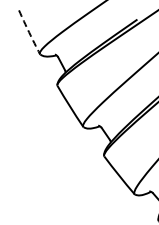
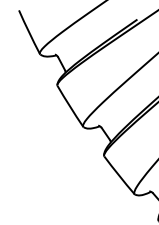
arc at (29, 32): dashed -> solid
